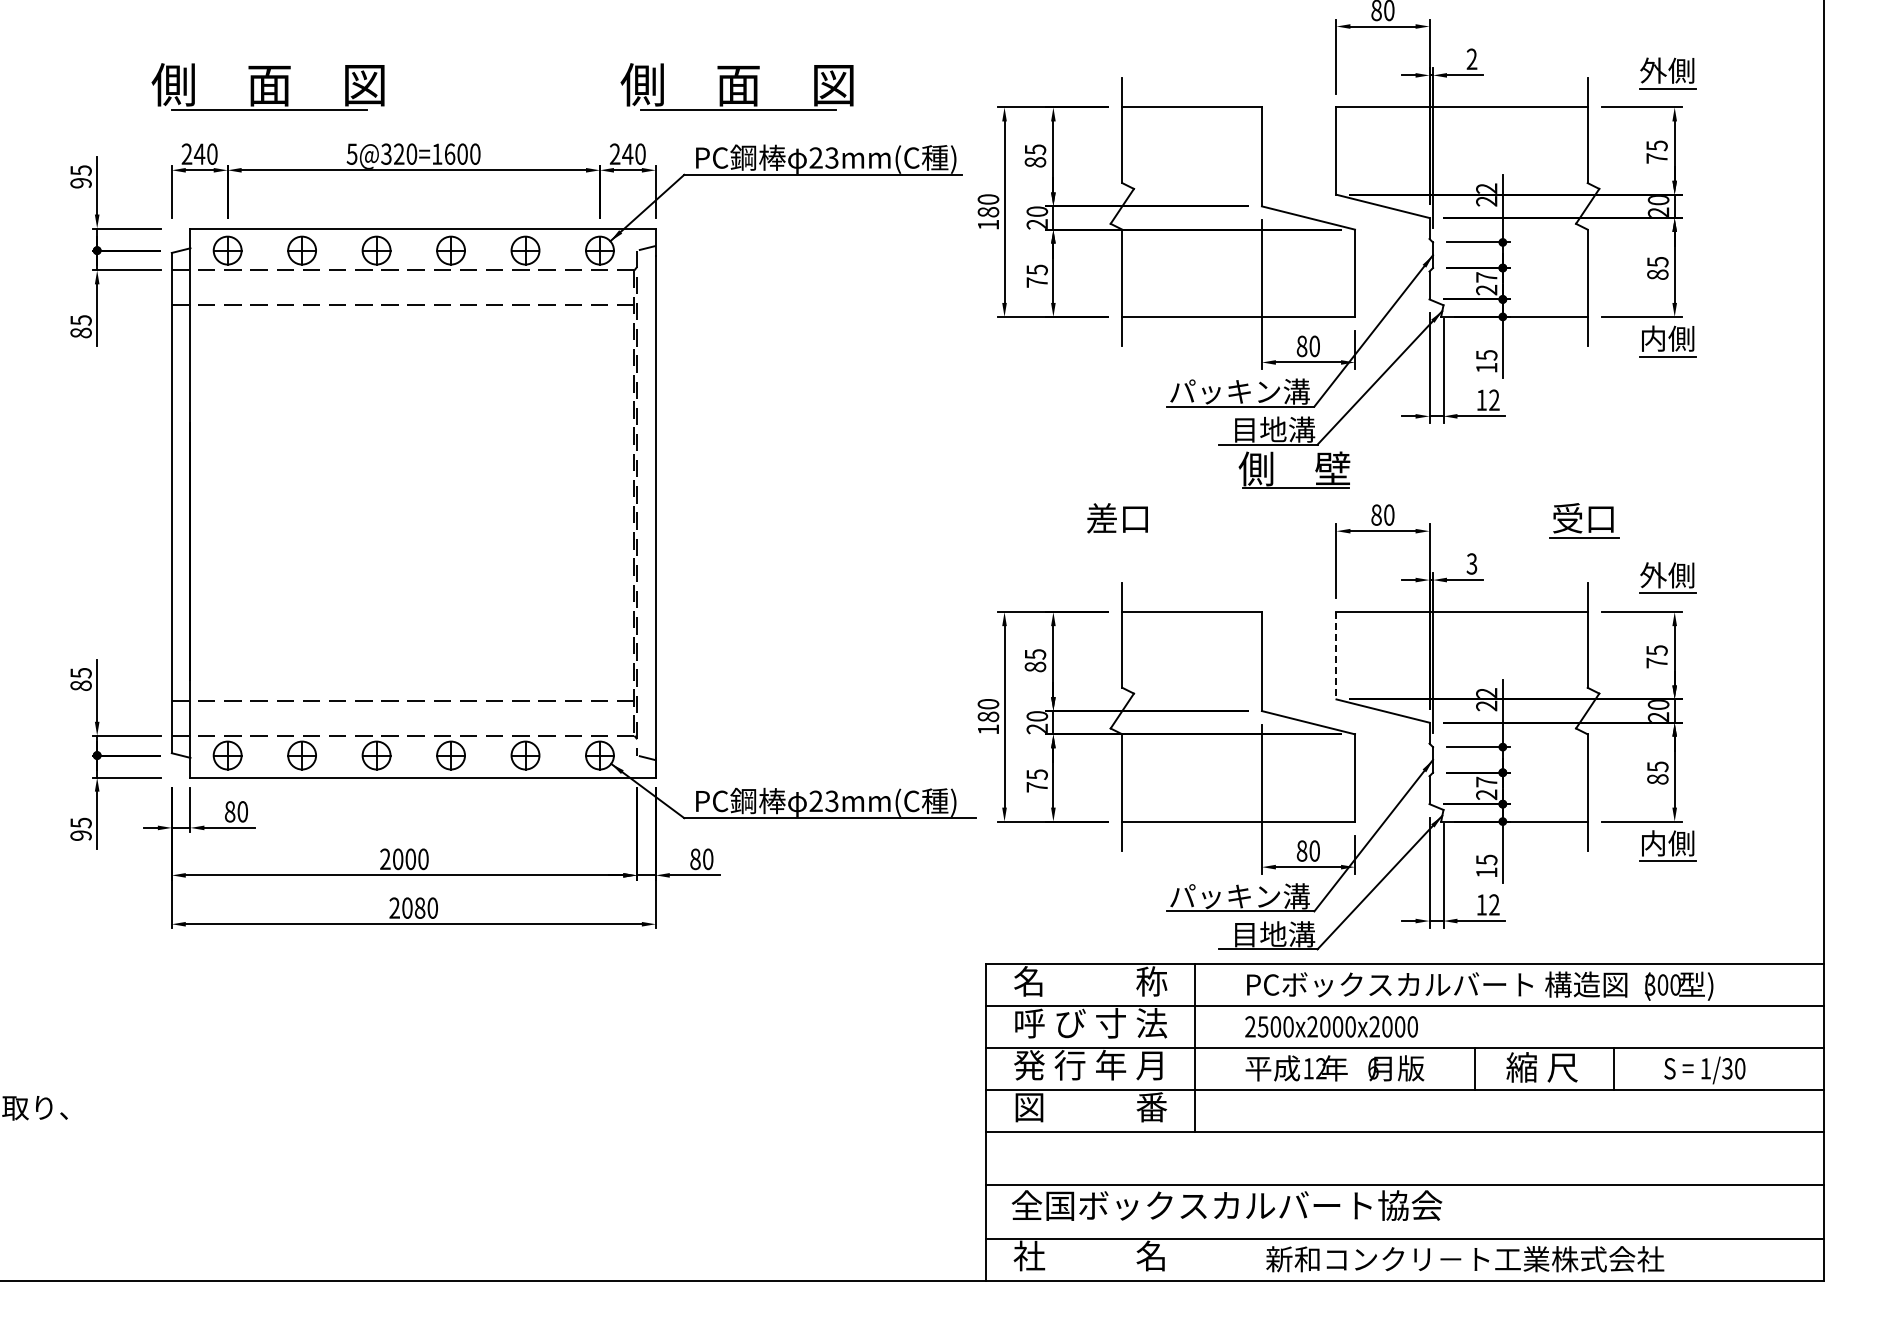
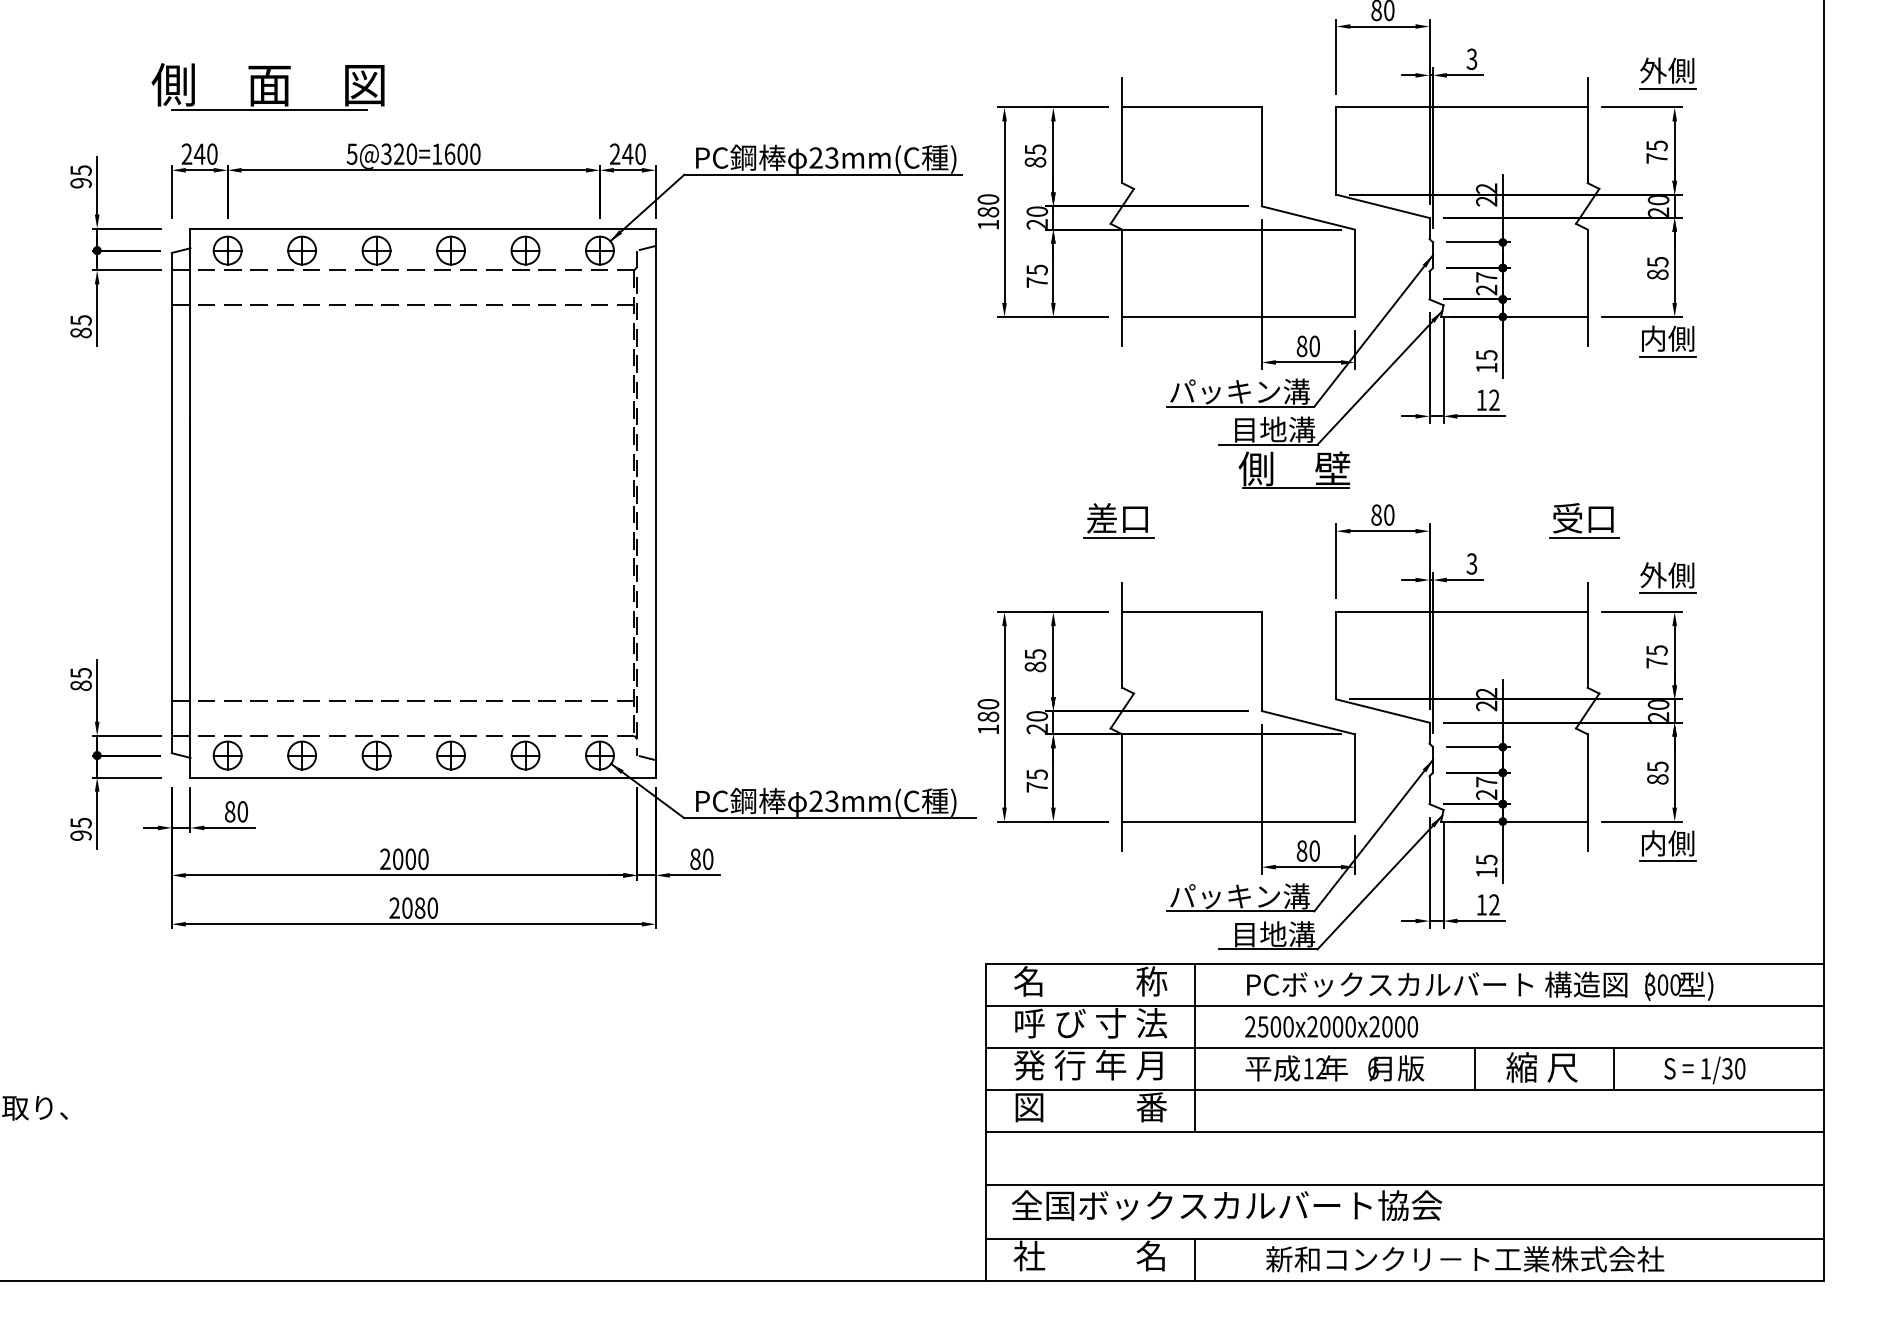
text at (1471, 59): 2 -> 3
part at (736, 86): present -> none
line at (1118, 538): none -> present
line at (1336, 655): dashed -> solid
line at (1195, 1259): none -> present
